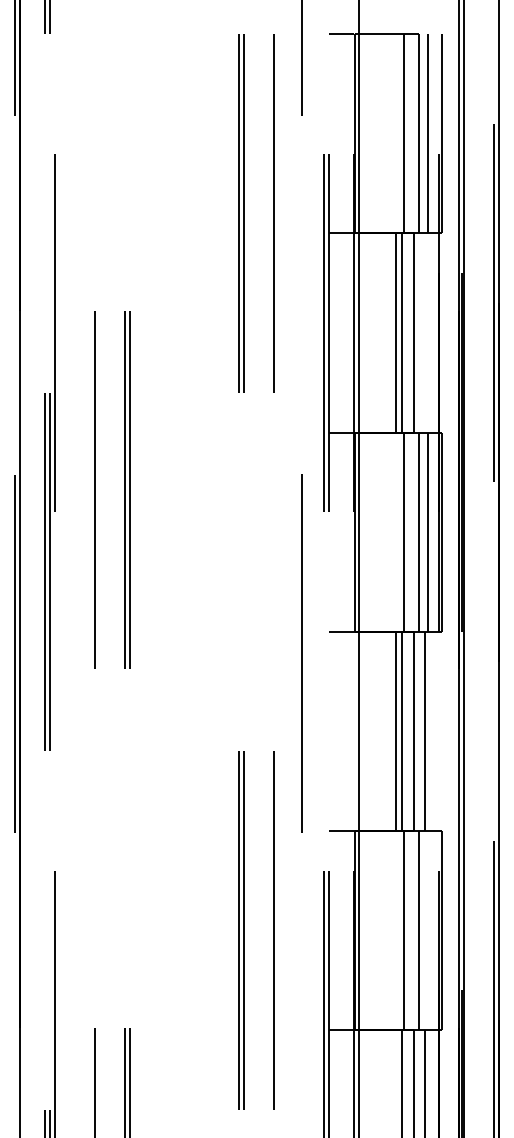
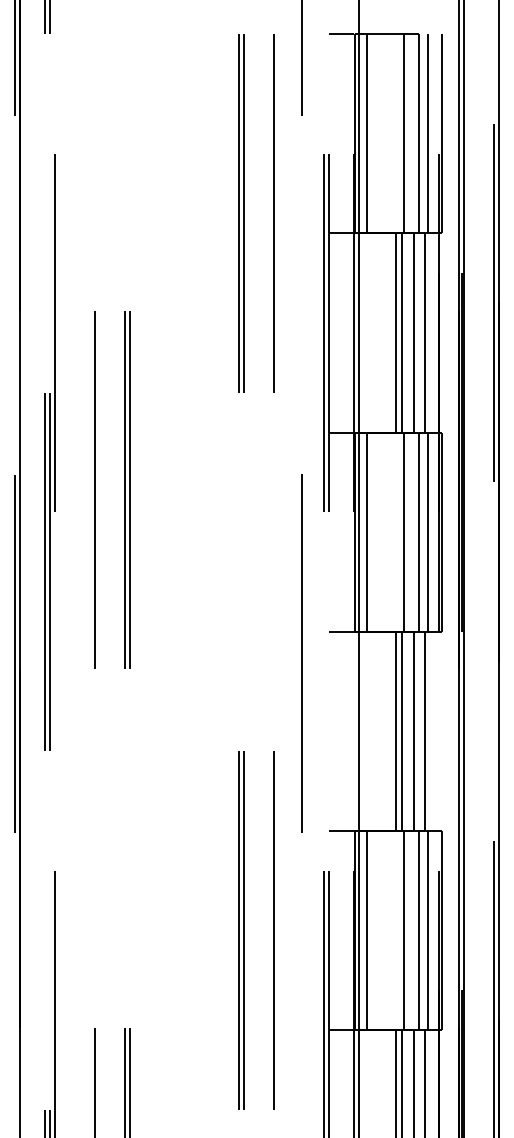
line at (366, 133): none -> present
line at (425, 332): none -> present
line at (366, 531): none -> present
line at (366, 930): none -> present
line at (428, 930): none -> present
line at (396, 1082): none -> present
